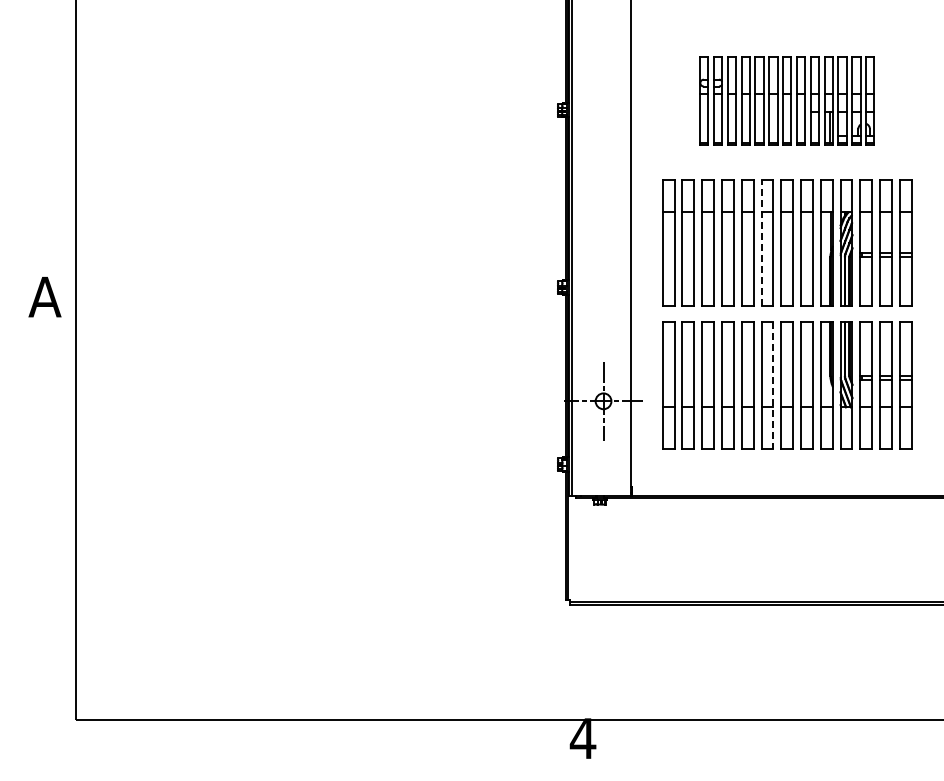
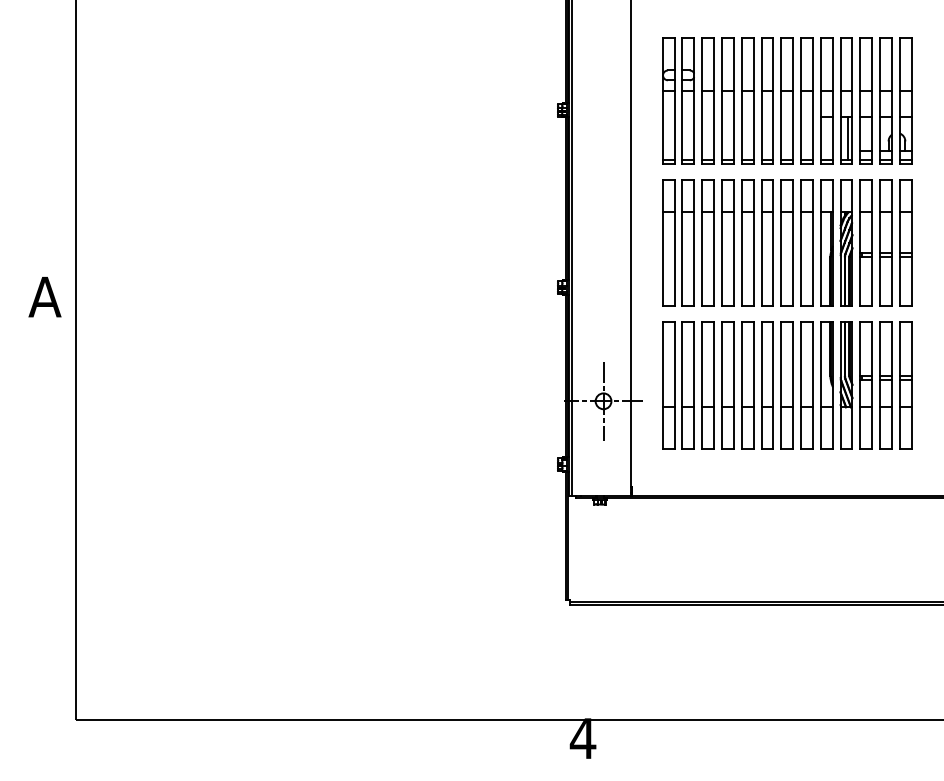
part at (786, 100) size: 176x90 px -> 251x128 px
line at (761, 242): dashed -> solid
line at (773, 386): dashed -> solid
